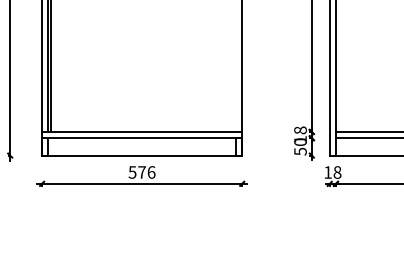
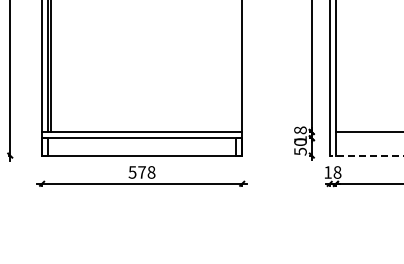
line at (367, 138): present -> none
line at (366, 155): solid -> dashed
text at (151, 172): 576 -> 578
